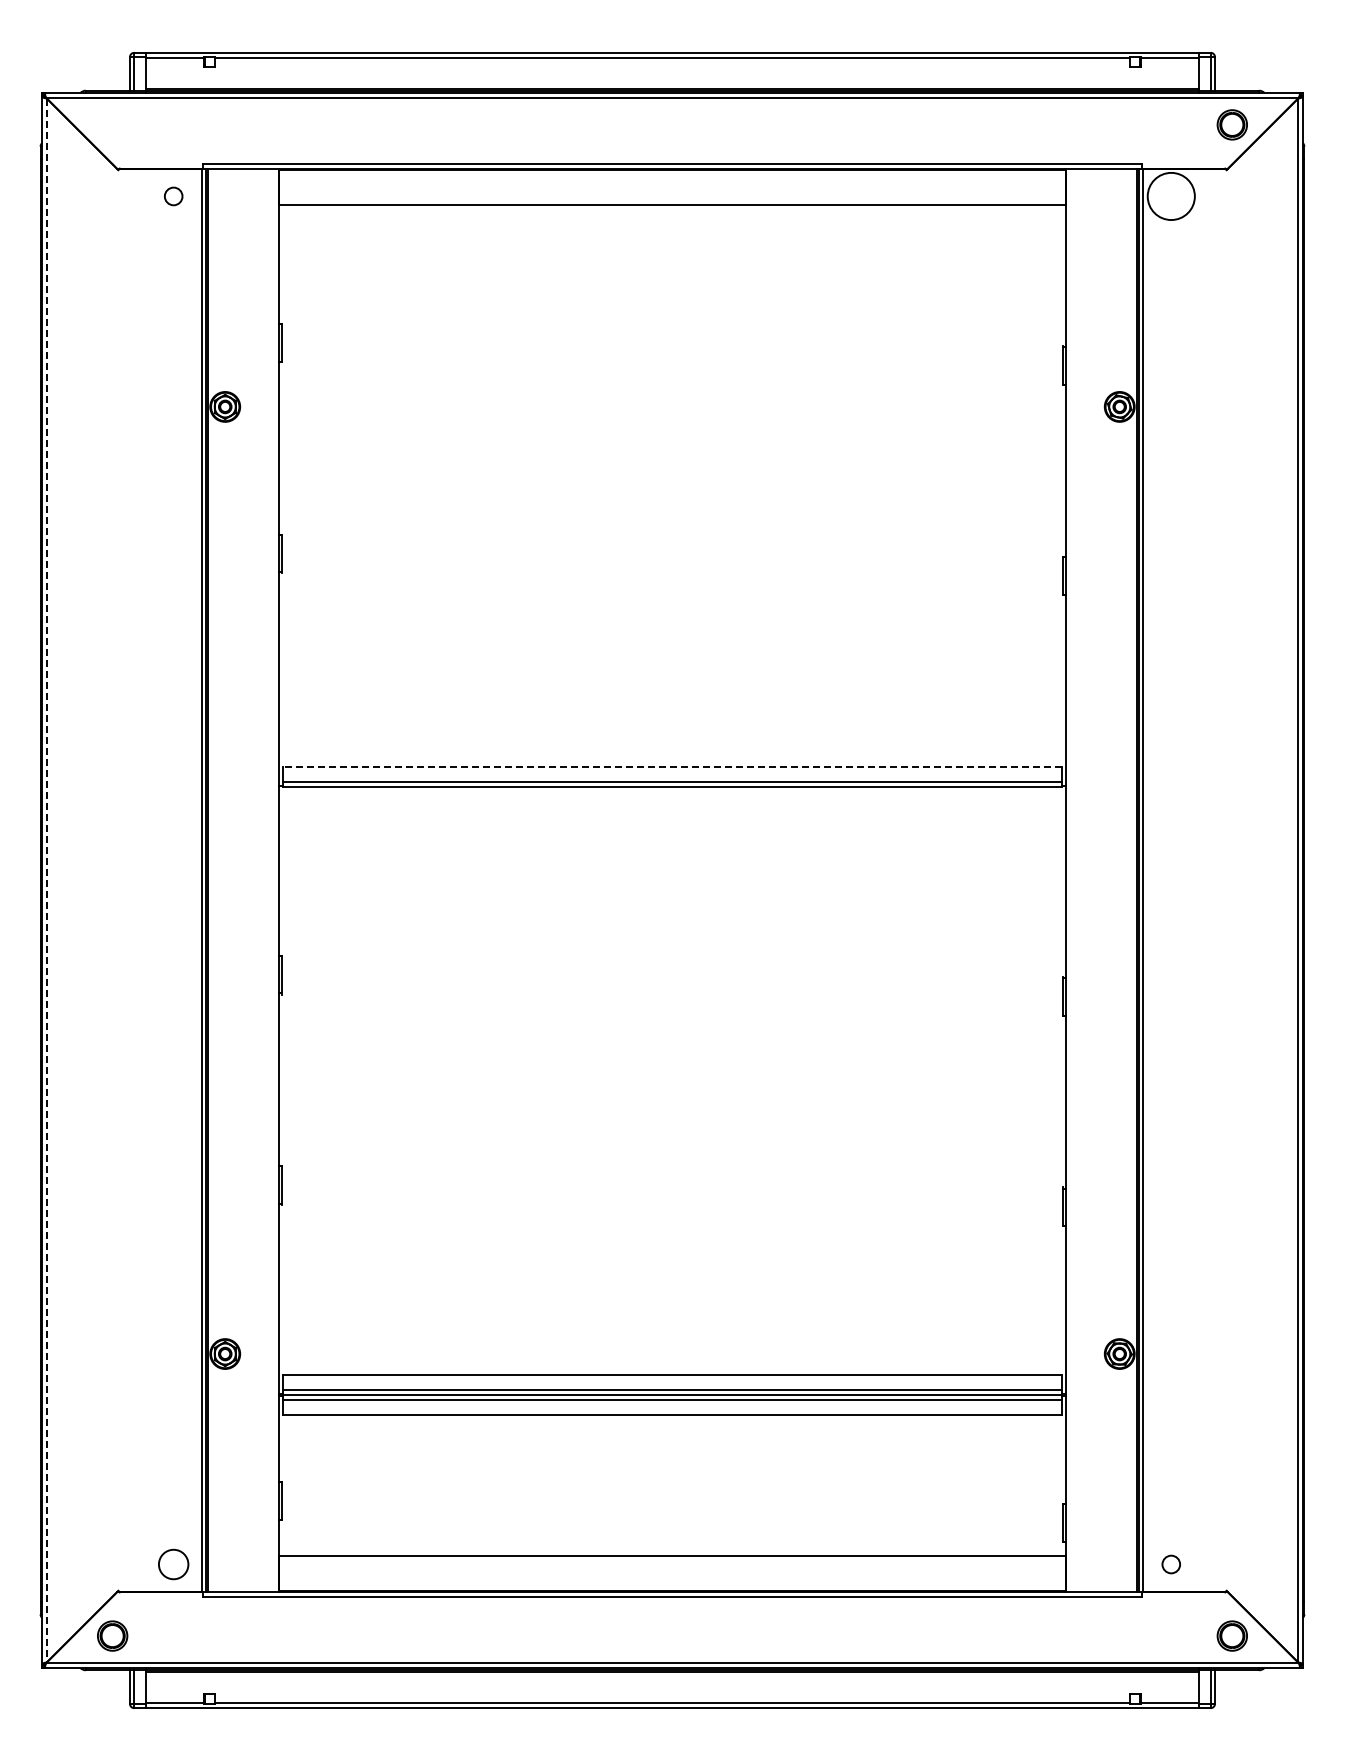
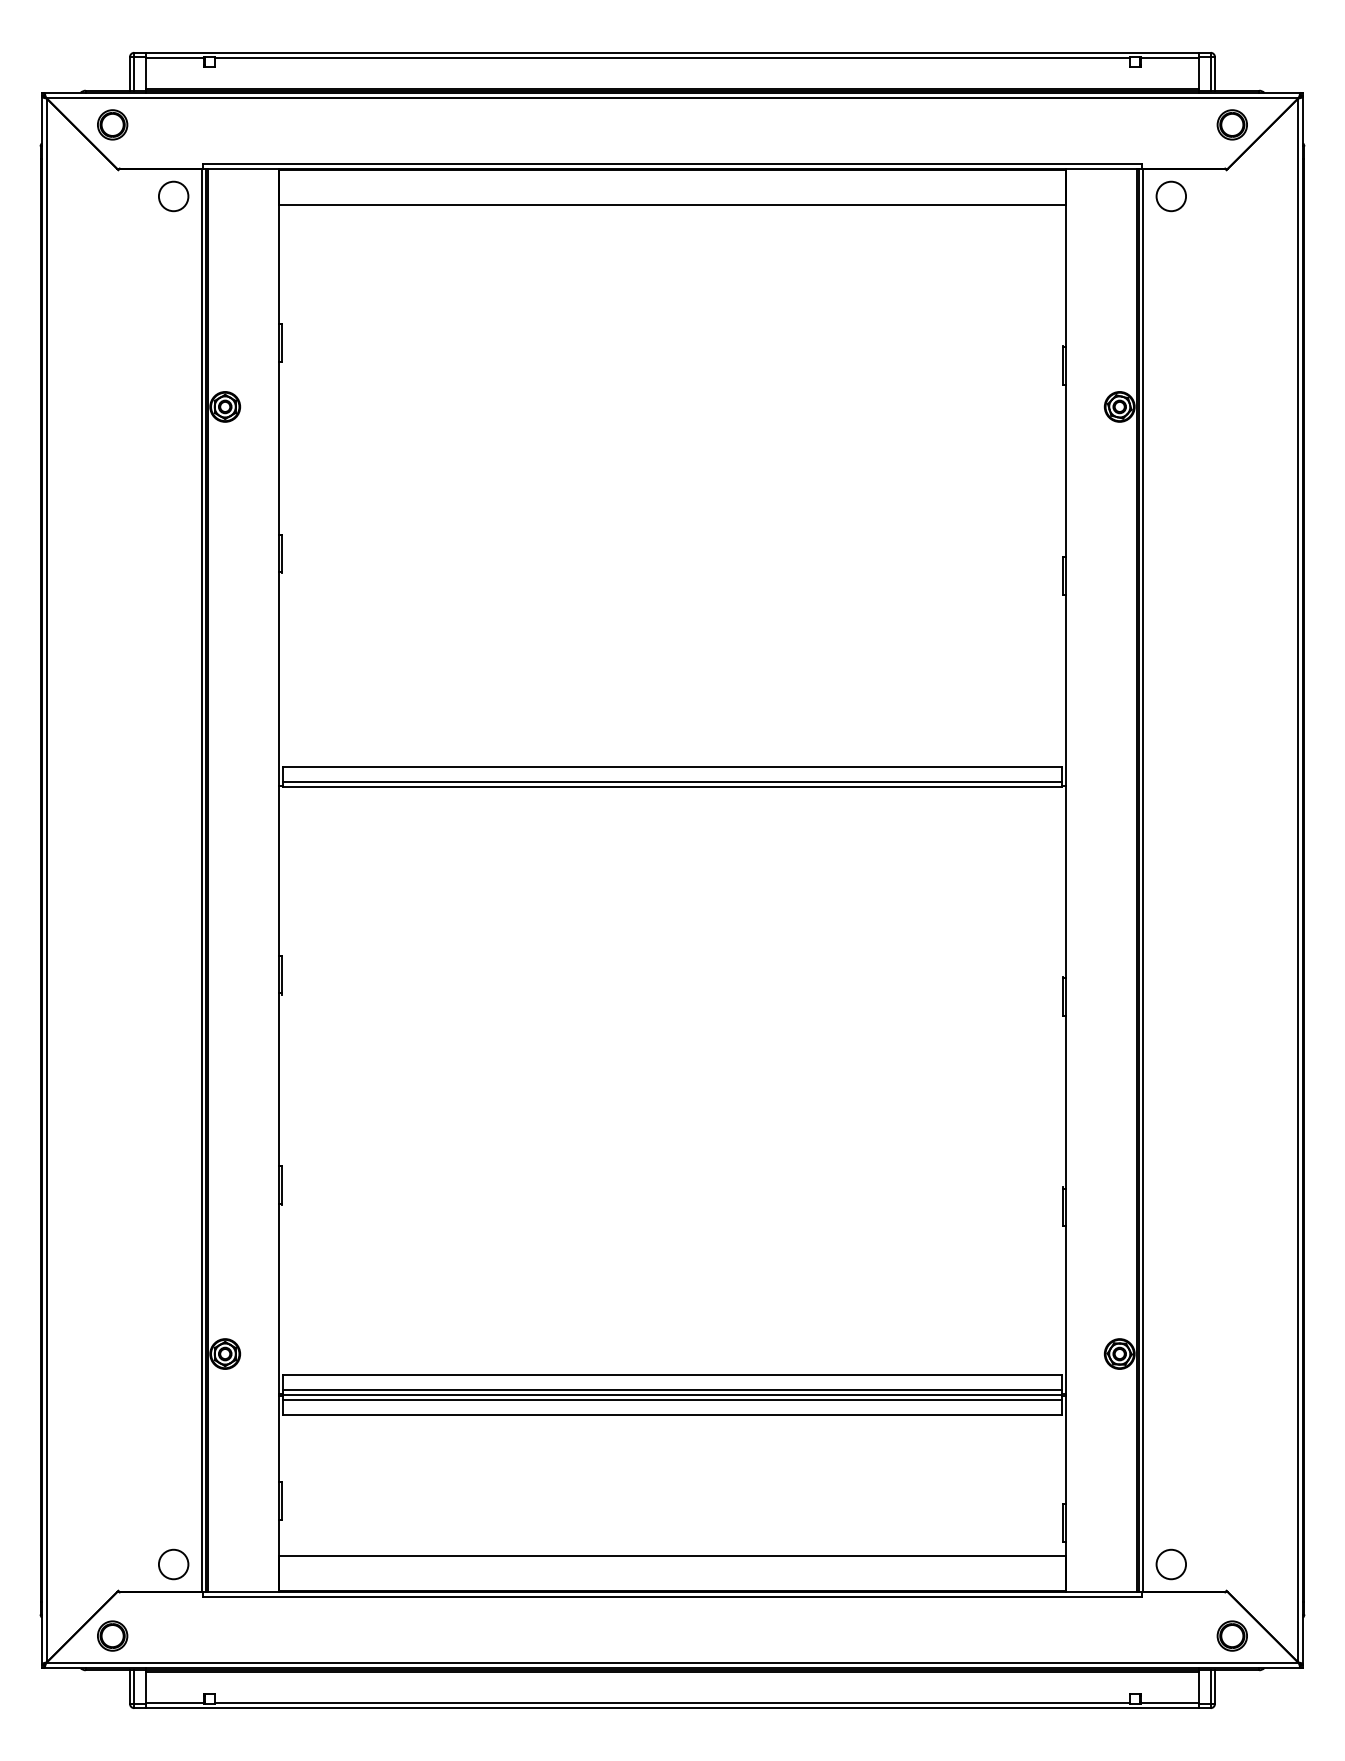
part at (112, 124): none -> present
circle at (173, 196) diameter: 18 px -> 29 px
circle at (1170, 196) diameter: 47 px -> 29 px
line at (672, 766): dashed -> solid
line at (46, 880): dashed -> solid
circle at (1171, 1564) diameter: 18 px -> 29 px
